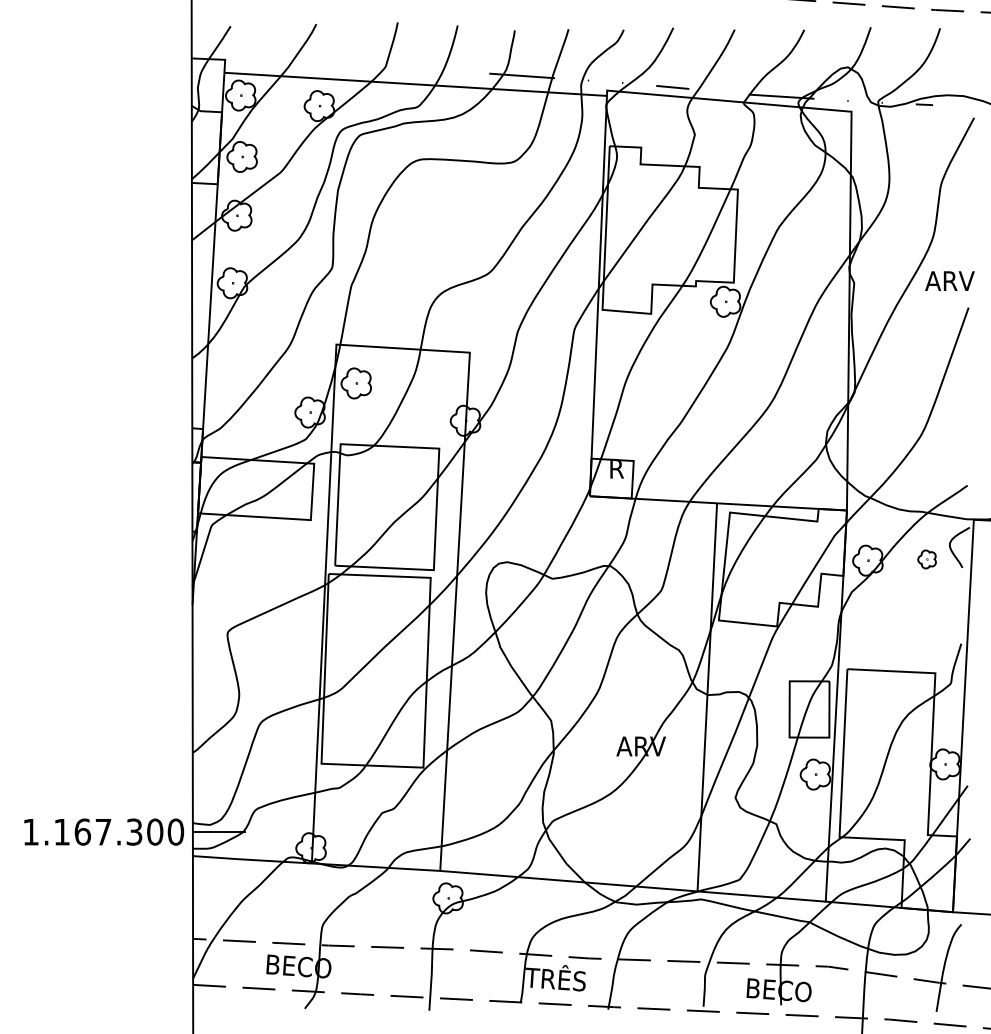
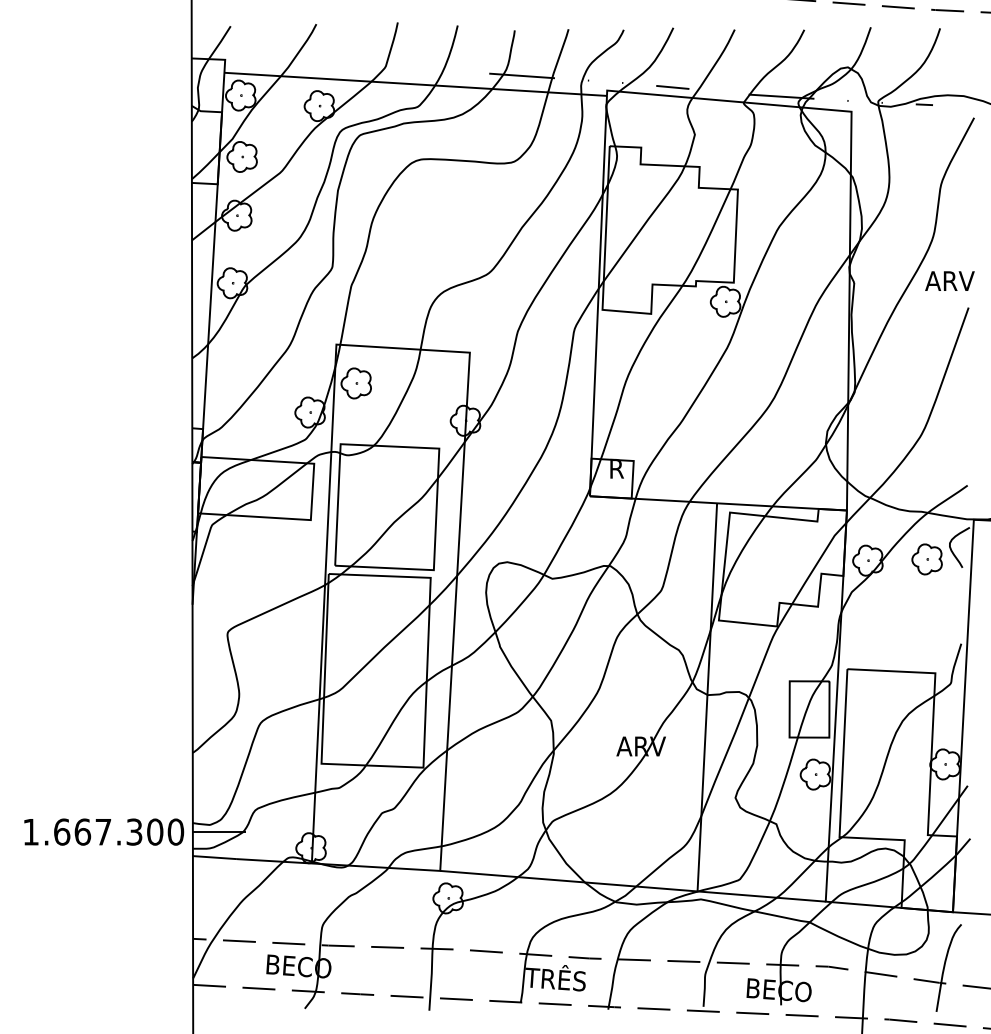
part at (926, 559) size: 20x21 px -> 32x33 px
text at (62, 831): 1.167.300 -> 1.667.300
